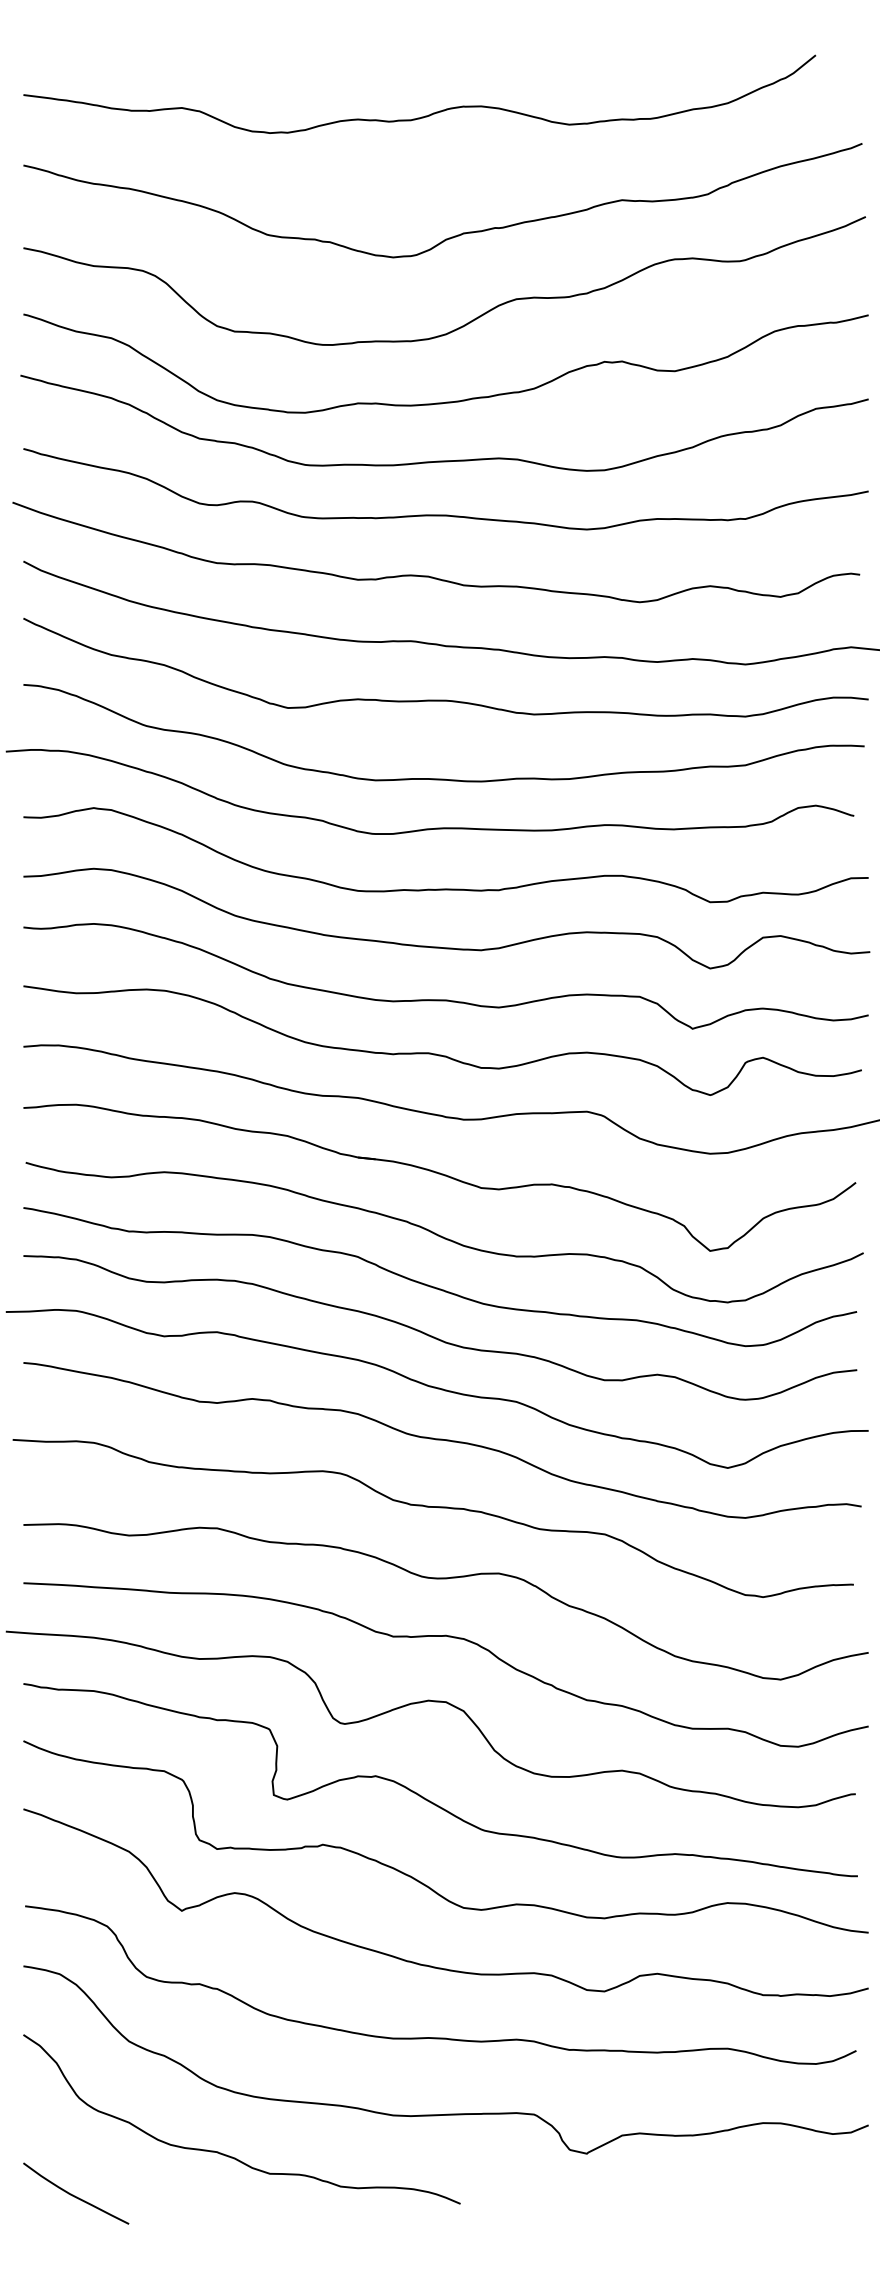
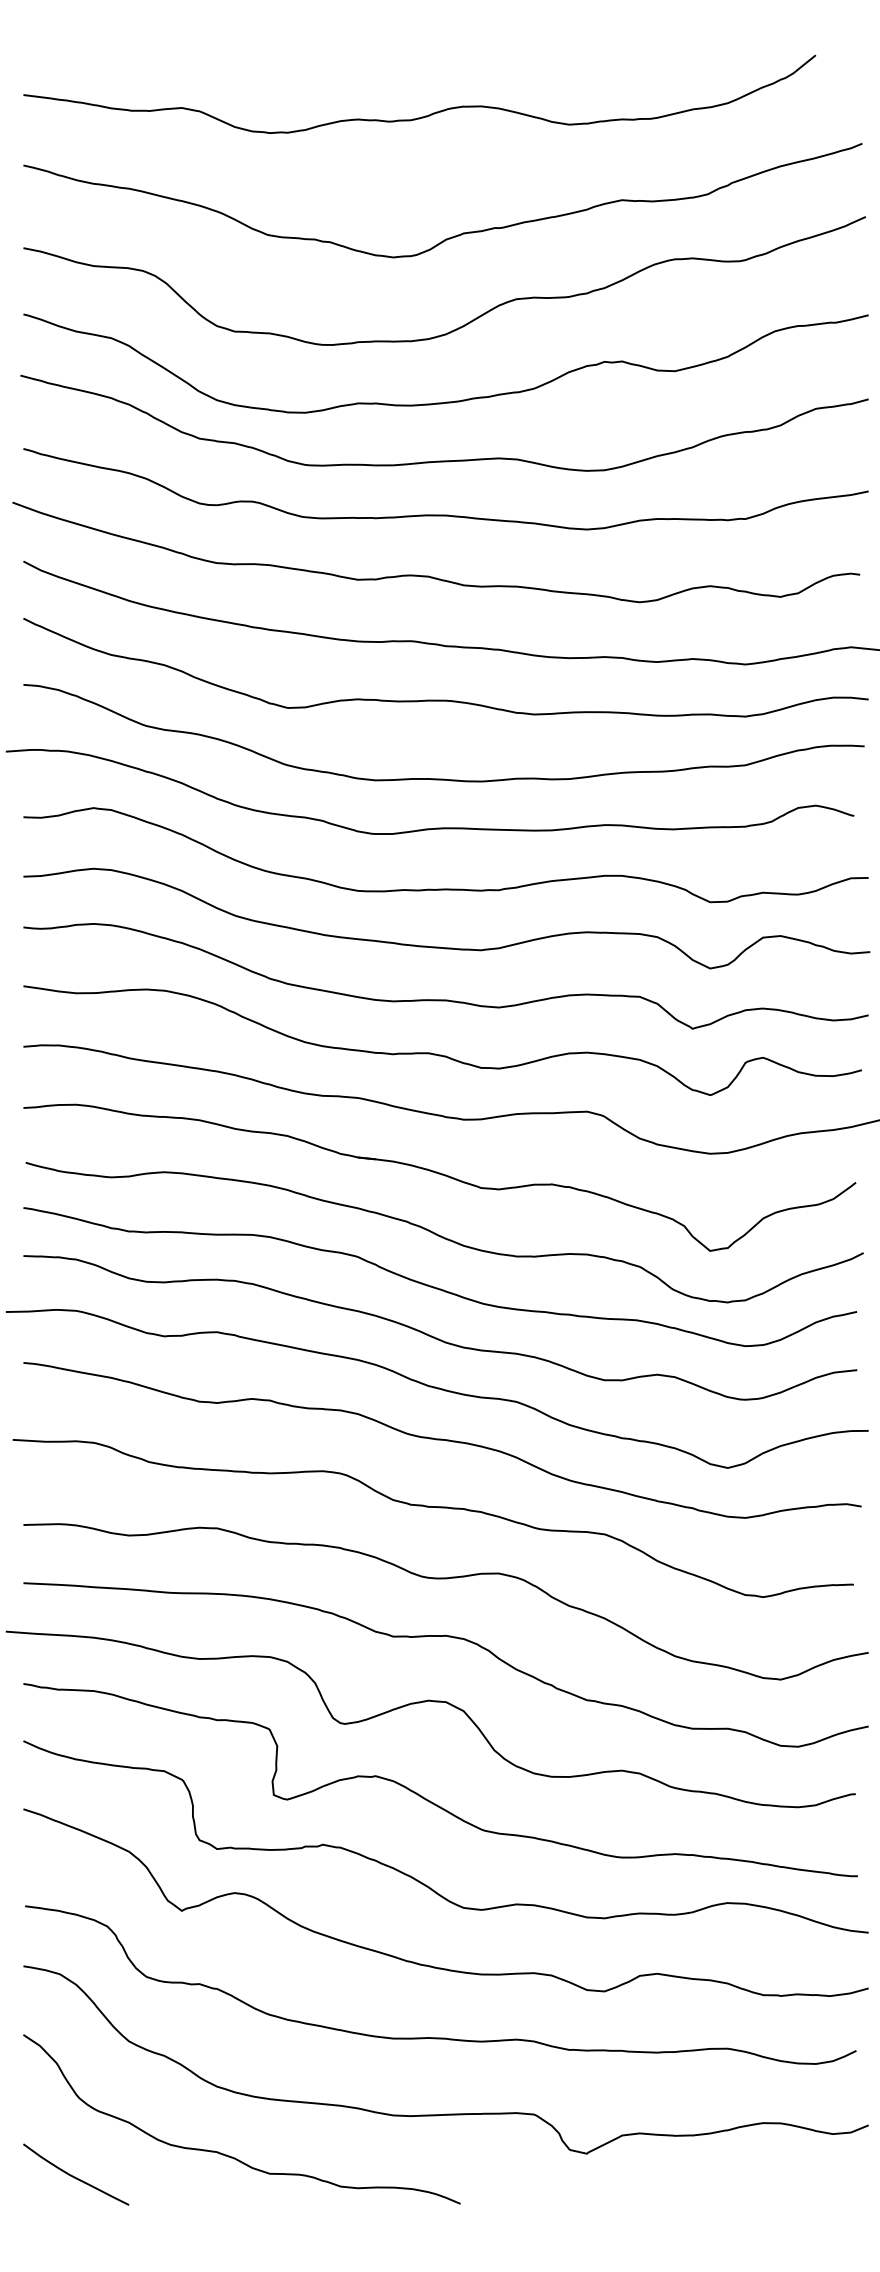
curve at (75, 2195) position: (75, 2195) -> (75, 2176)
